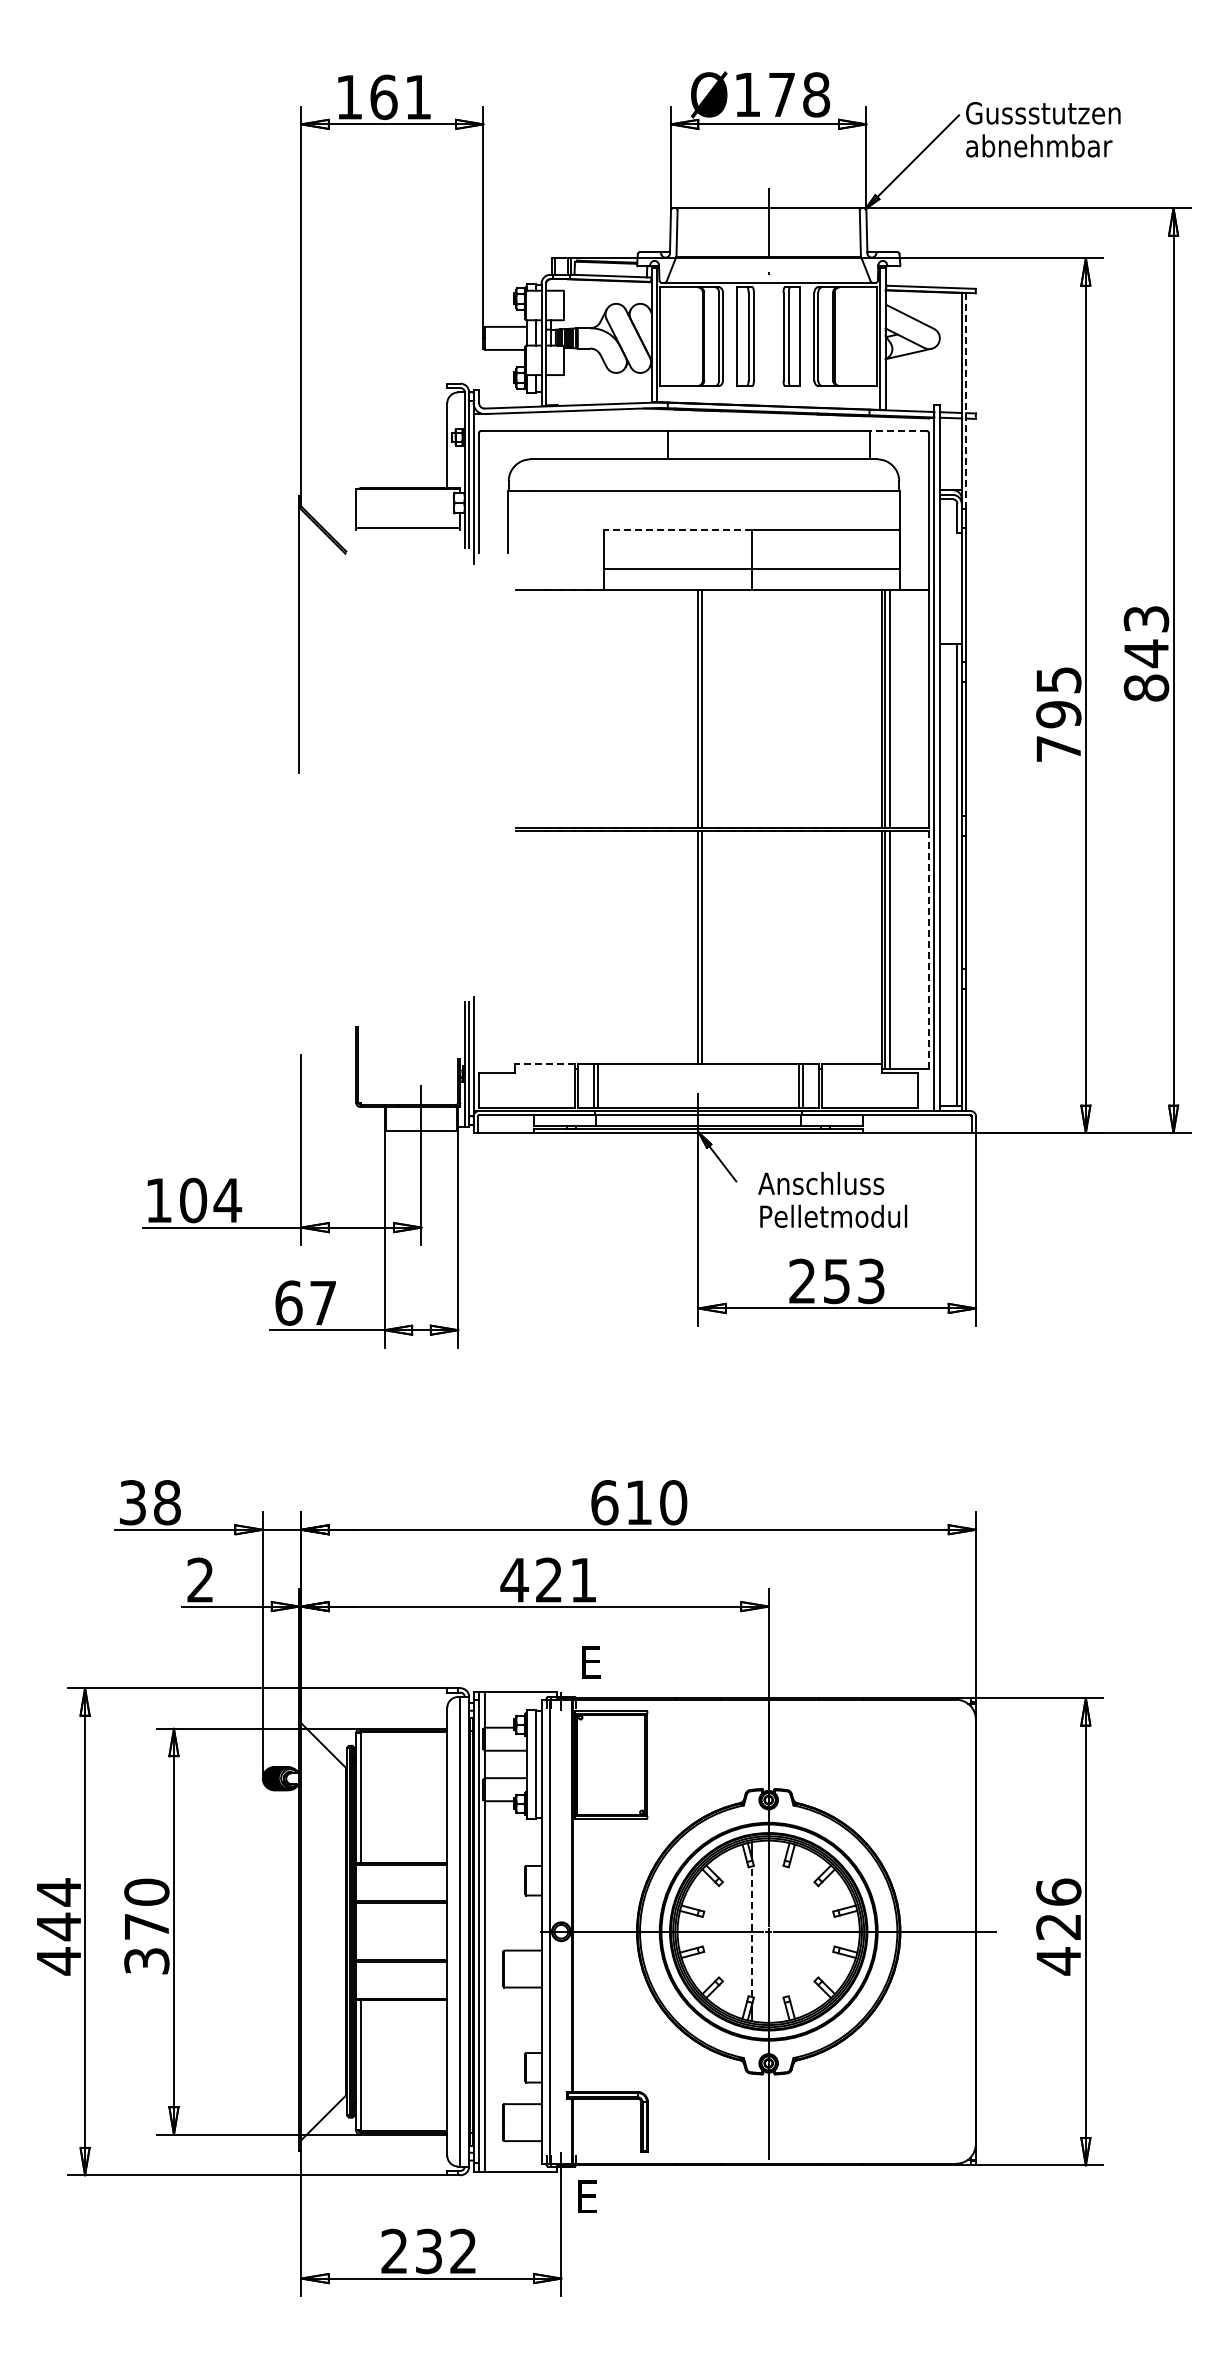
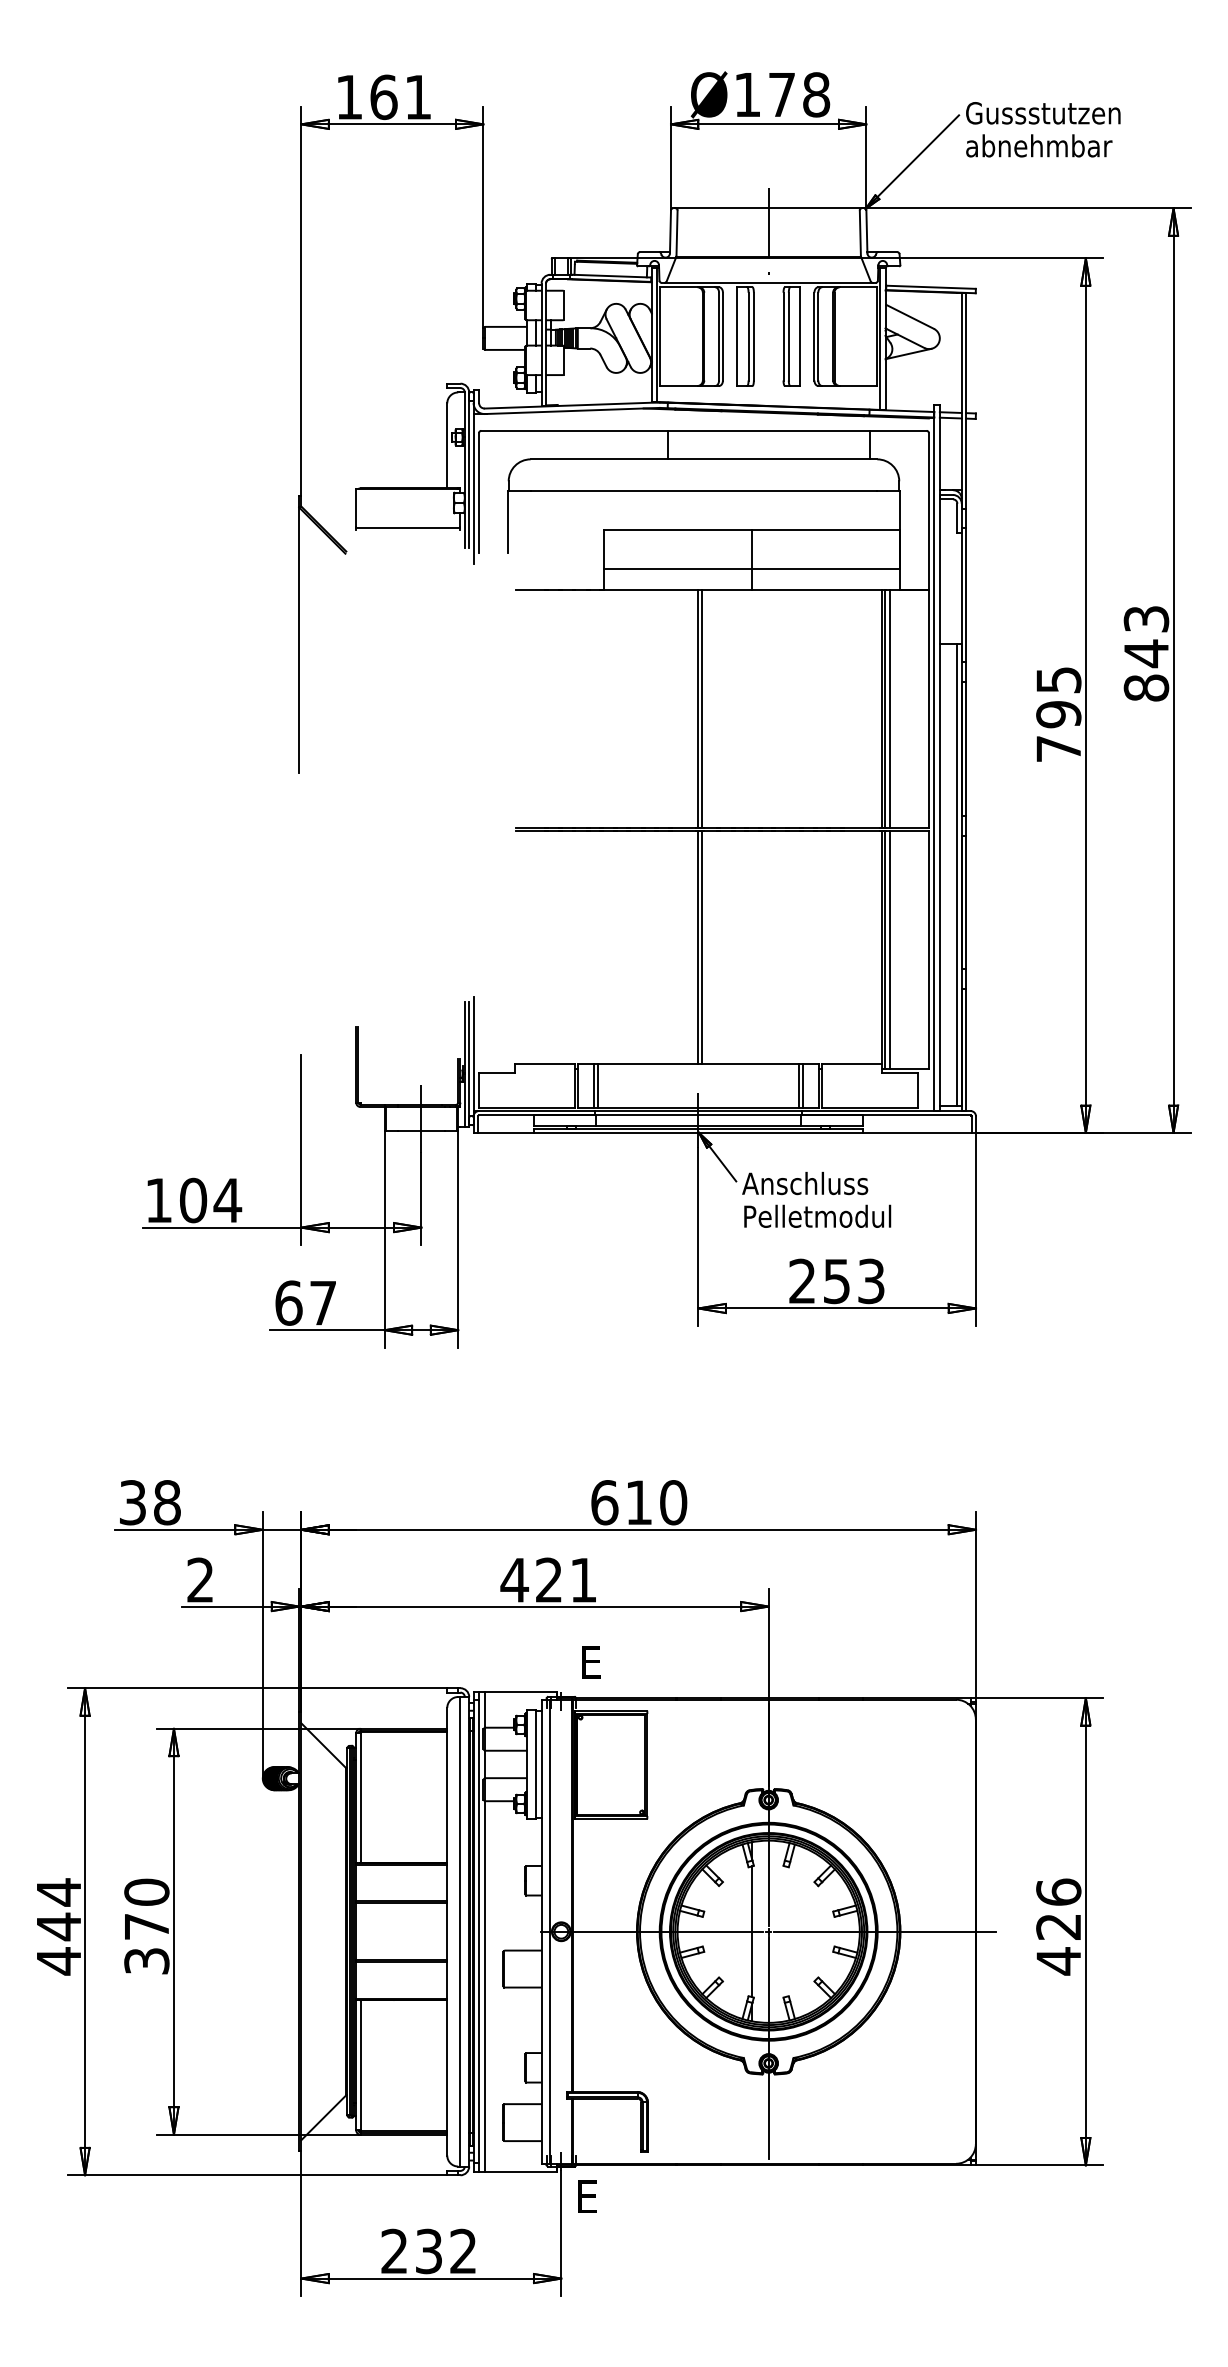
line at (966, 400): dashed -> solid
line at (898, 430): dashed -> solid
line at (677, 530): dashed -> solid
line at (928, 949): dashed -> solid
line at (544, 1063): dashed -> solid
text at (832, 1199) position: (832, 1199) -> (816, 1199)
line at (752, 1931): dashed -> solid
